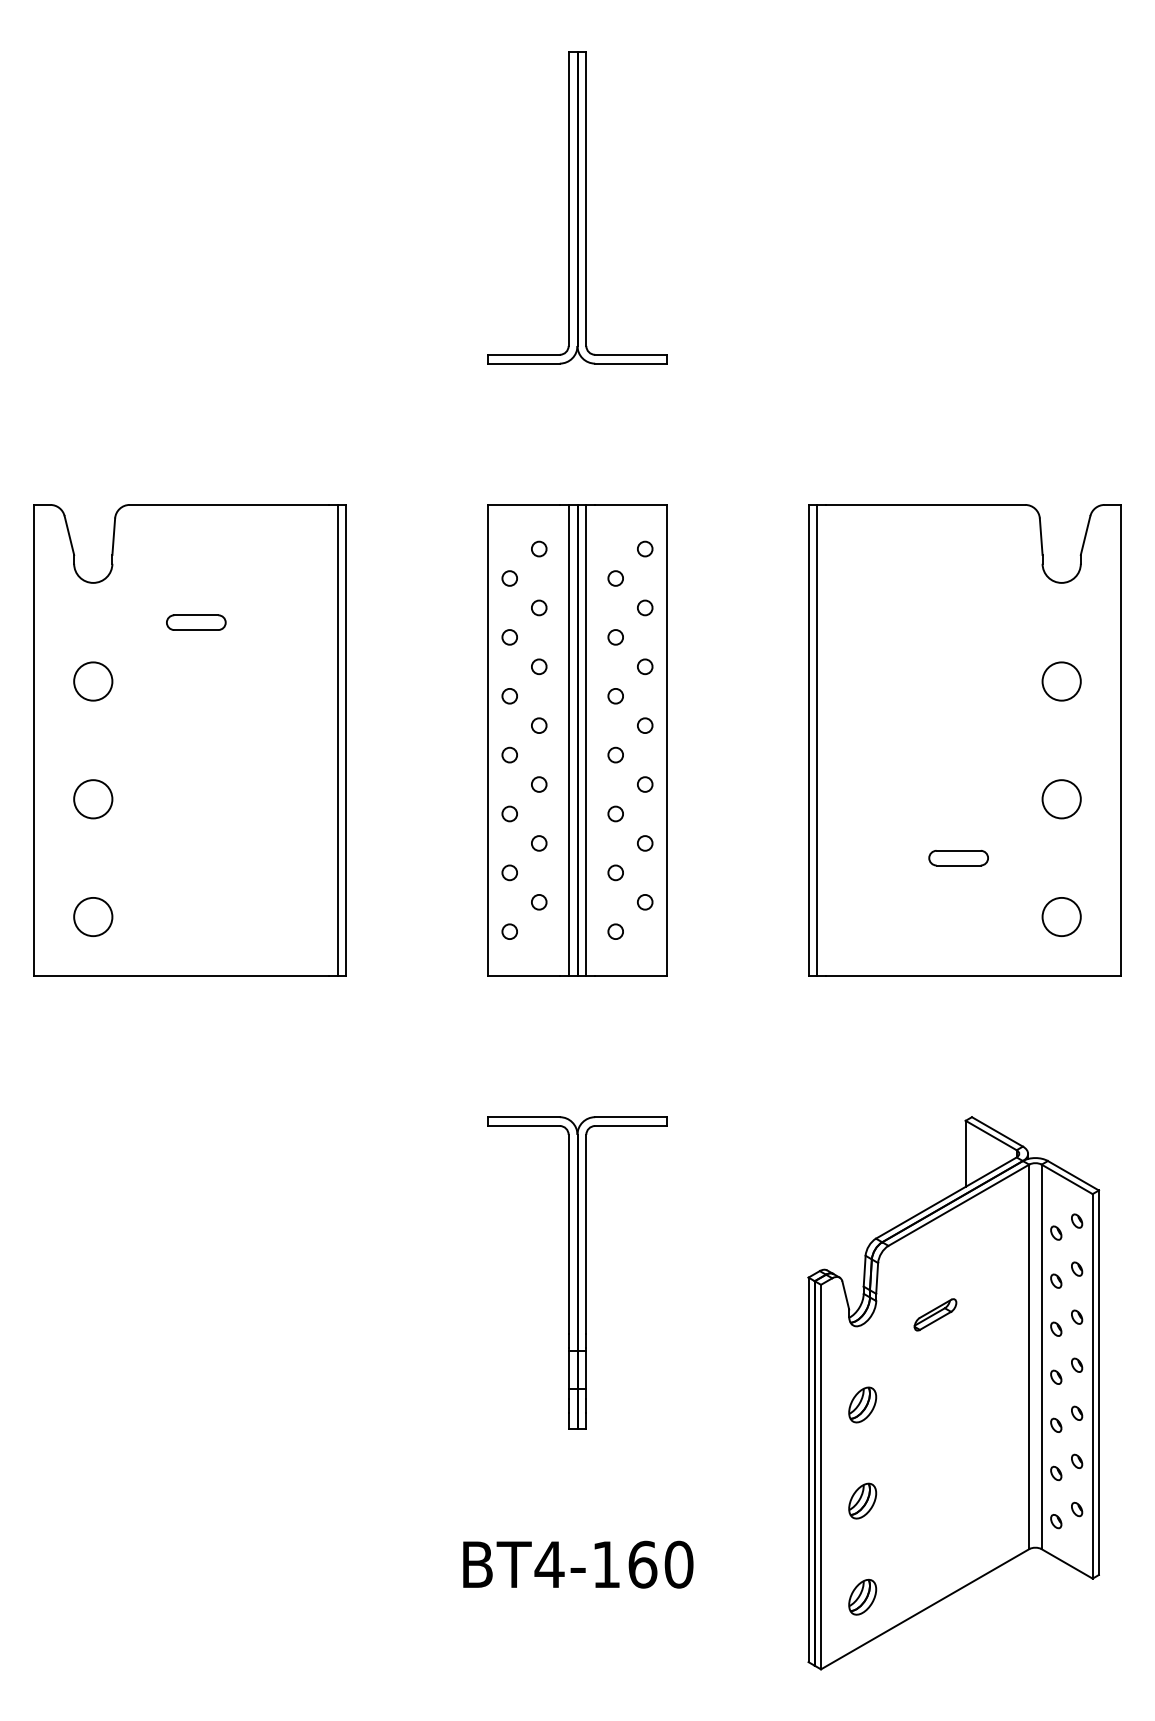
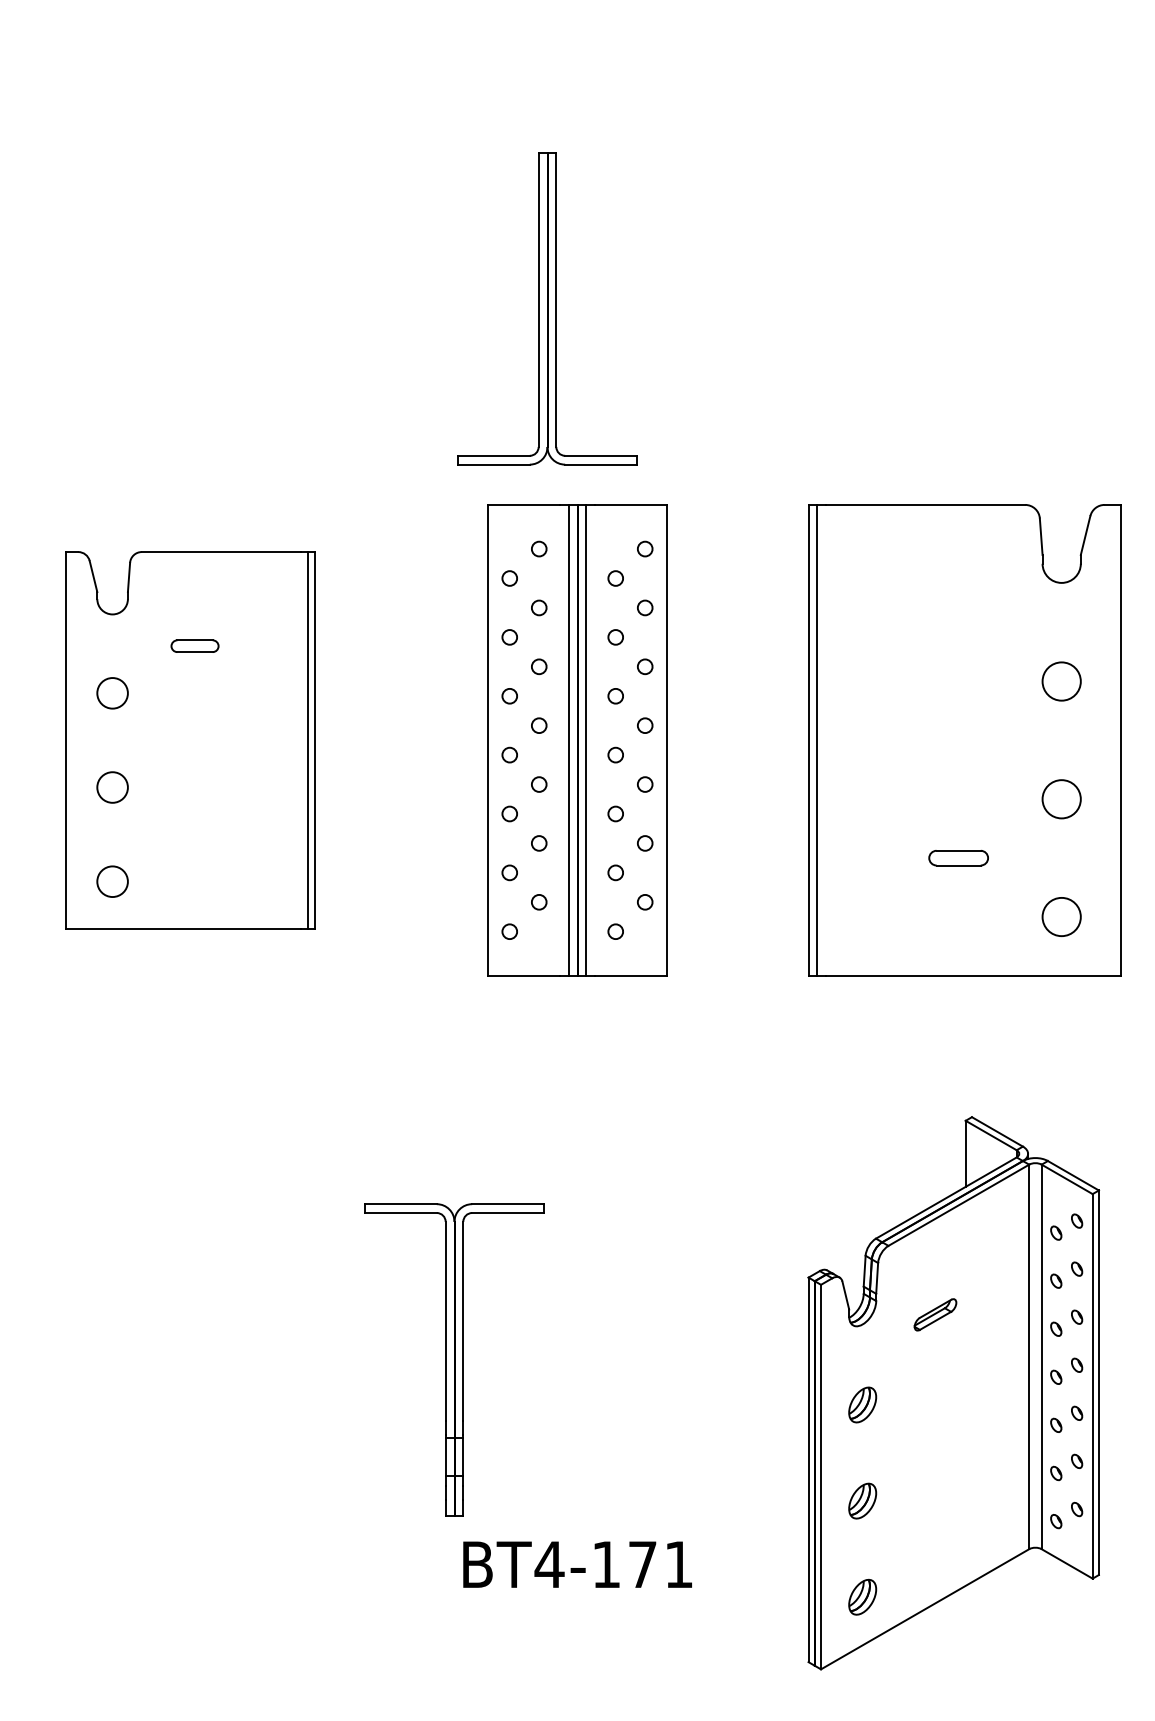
part at (577, 207) position: (577, 207) -> (547, 308)
part at (189, 740) size: 314x473 px -> 251x379 px
part at (577, 1272) position: (577, 1272) -> (454, 1359)
text at (660, 1564): BT4-160 -> BT4-171
